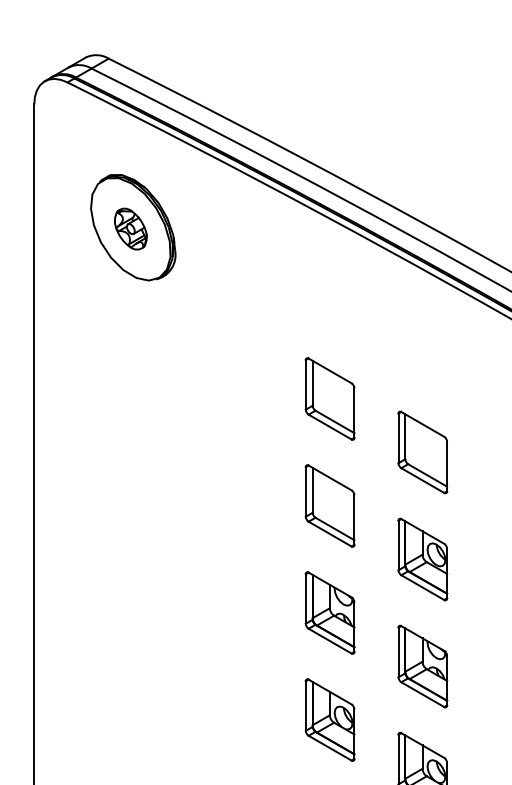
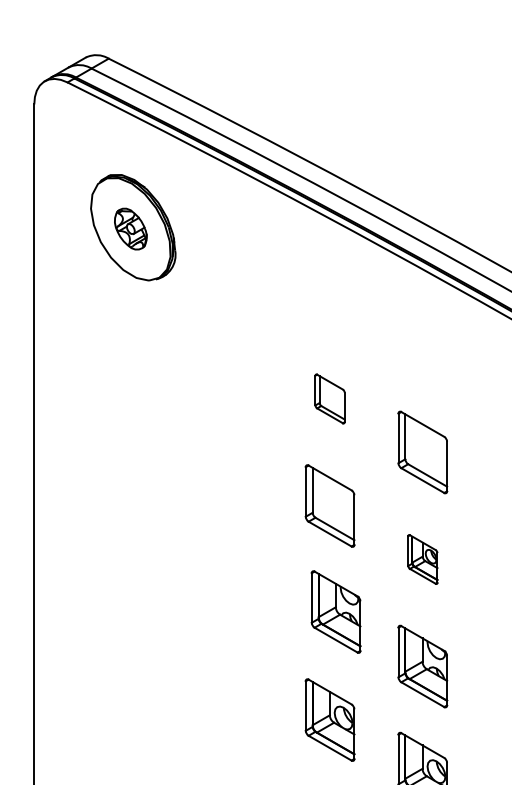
part at (329, 398) size: 52x84 px -> 32x52 px
part at (422, 559) size: 52x85 px -> 32x51 px
part at (329, 612) position: (329, 612) -> (335, 611)
